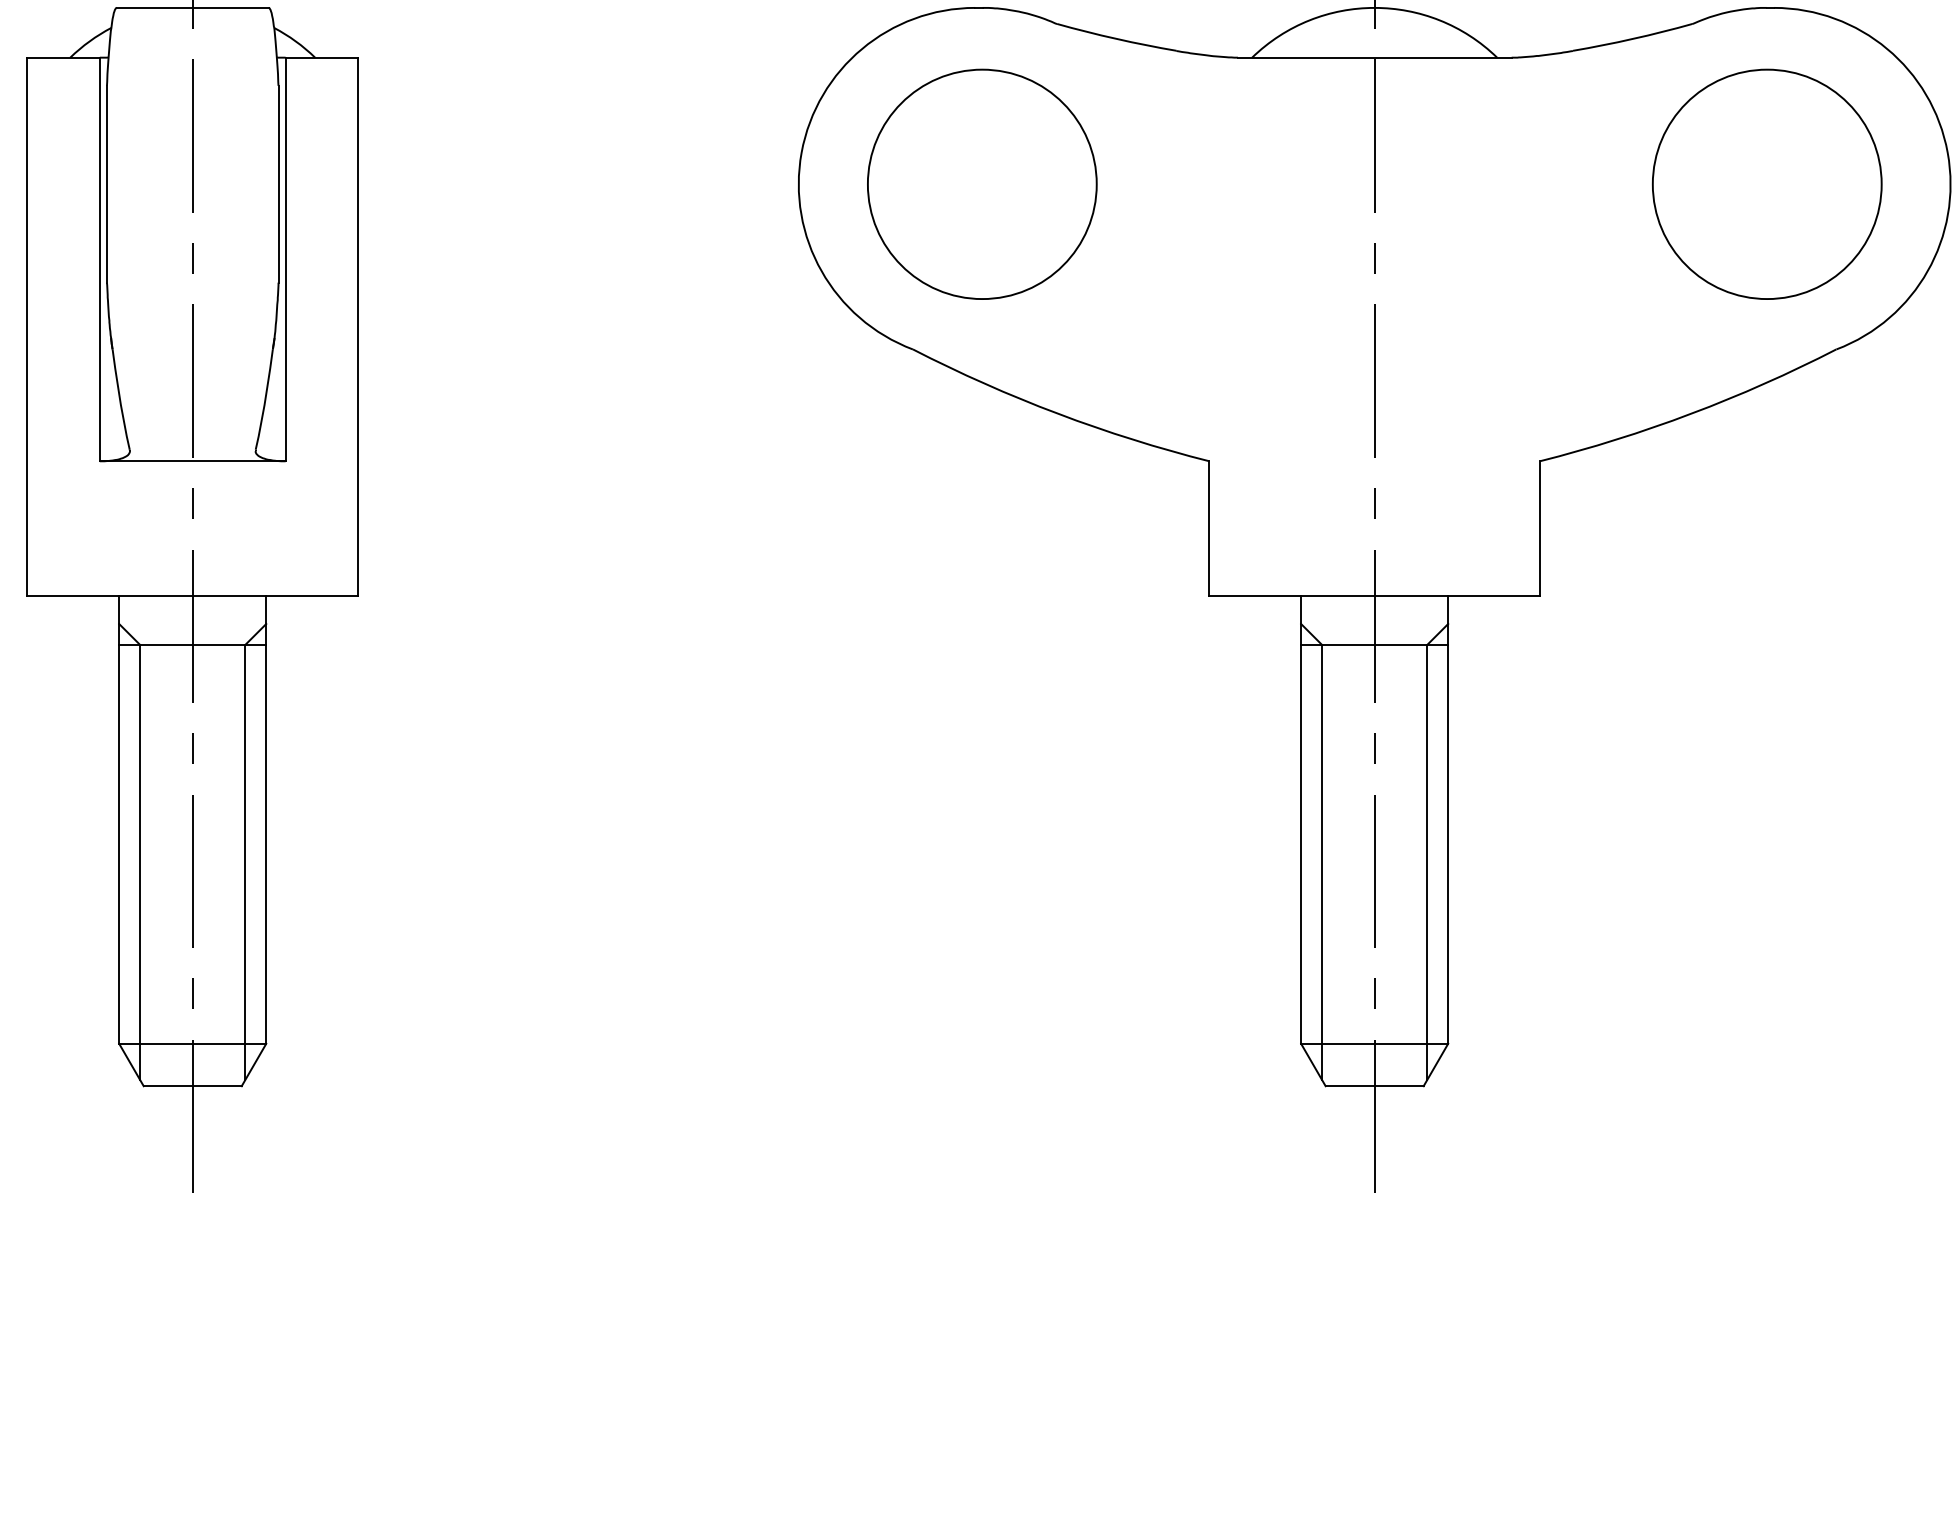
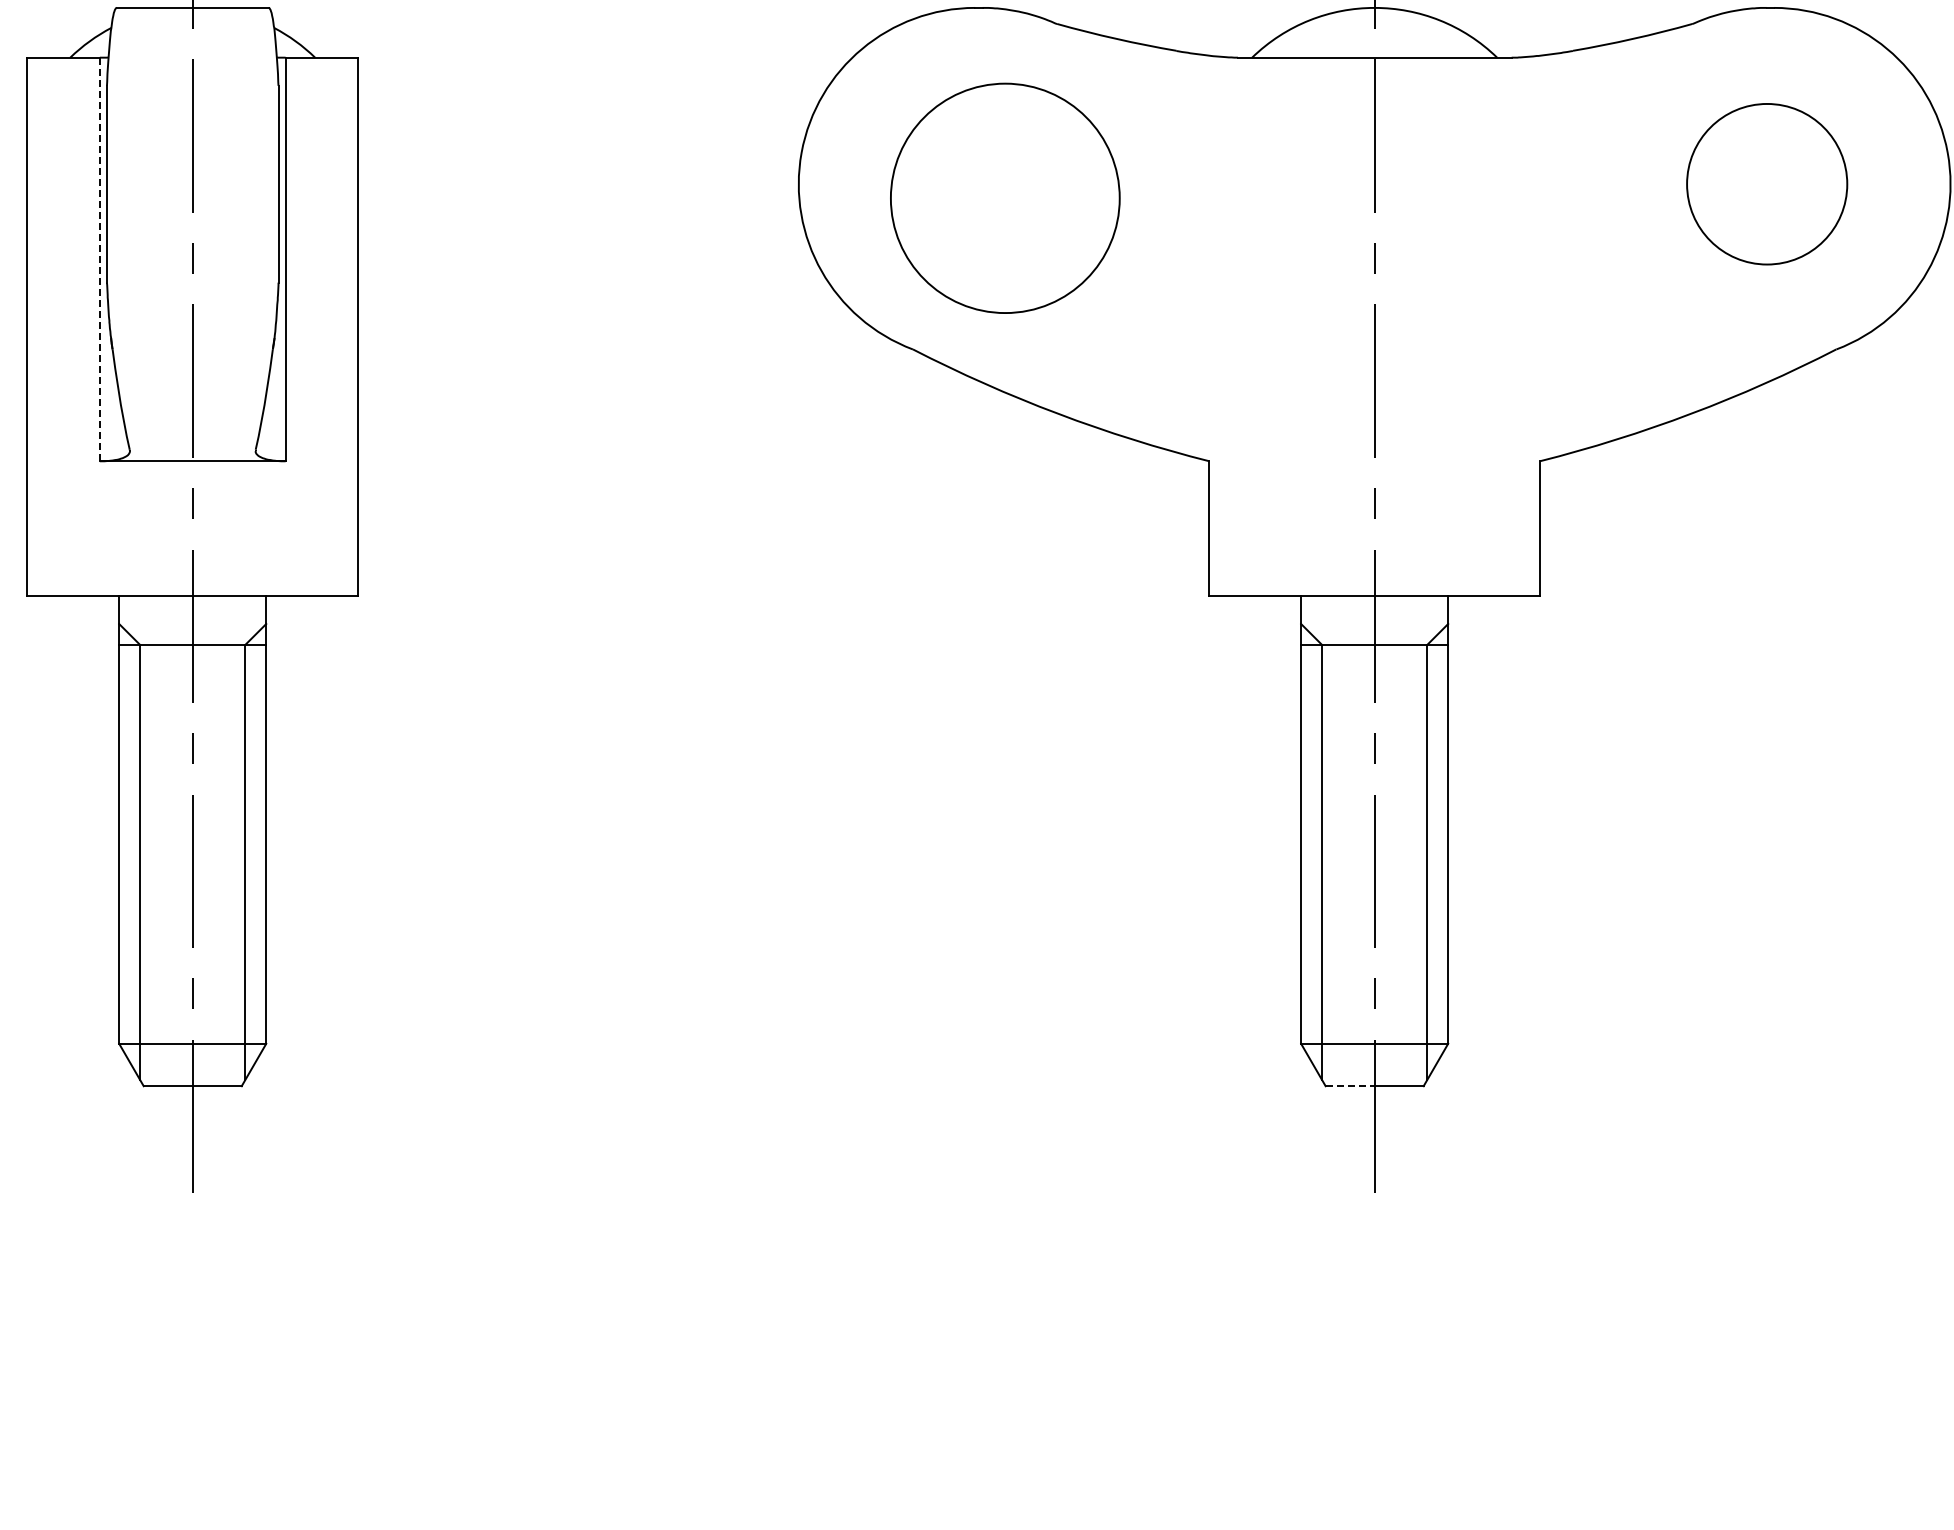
part at (982, 183) position: (982, 183) -> (1005, 197)
part at (1766, 183) size: 232x232 px -> 163x163 px
line at (99, 259): solid -> dashed
line at (1350, 1086): solid -> dashed
